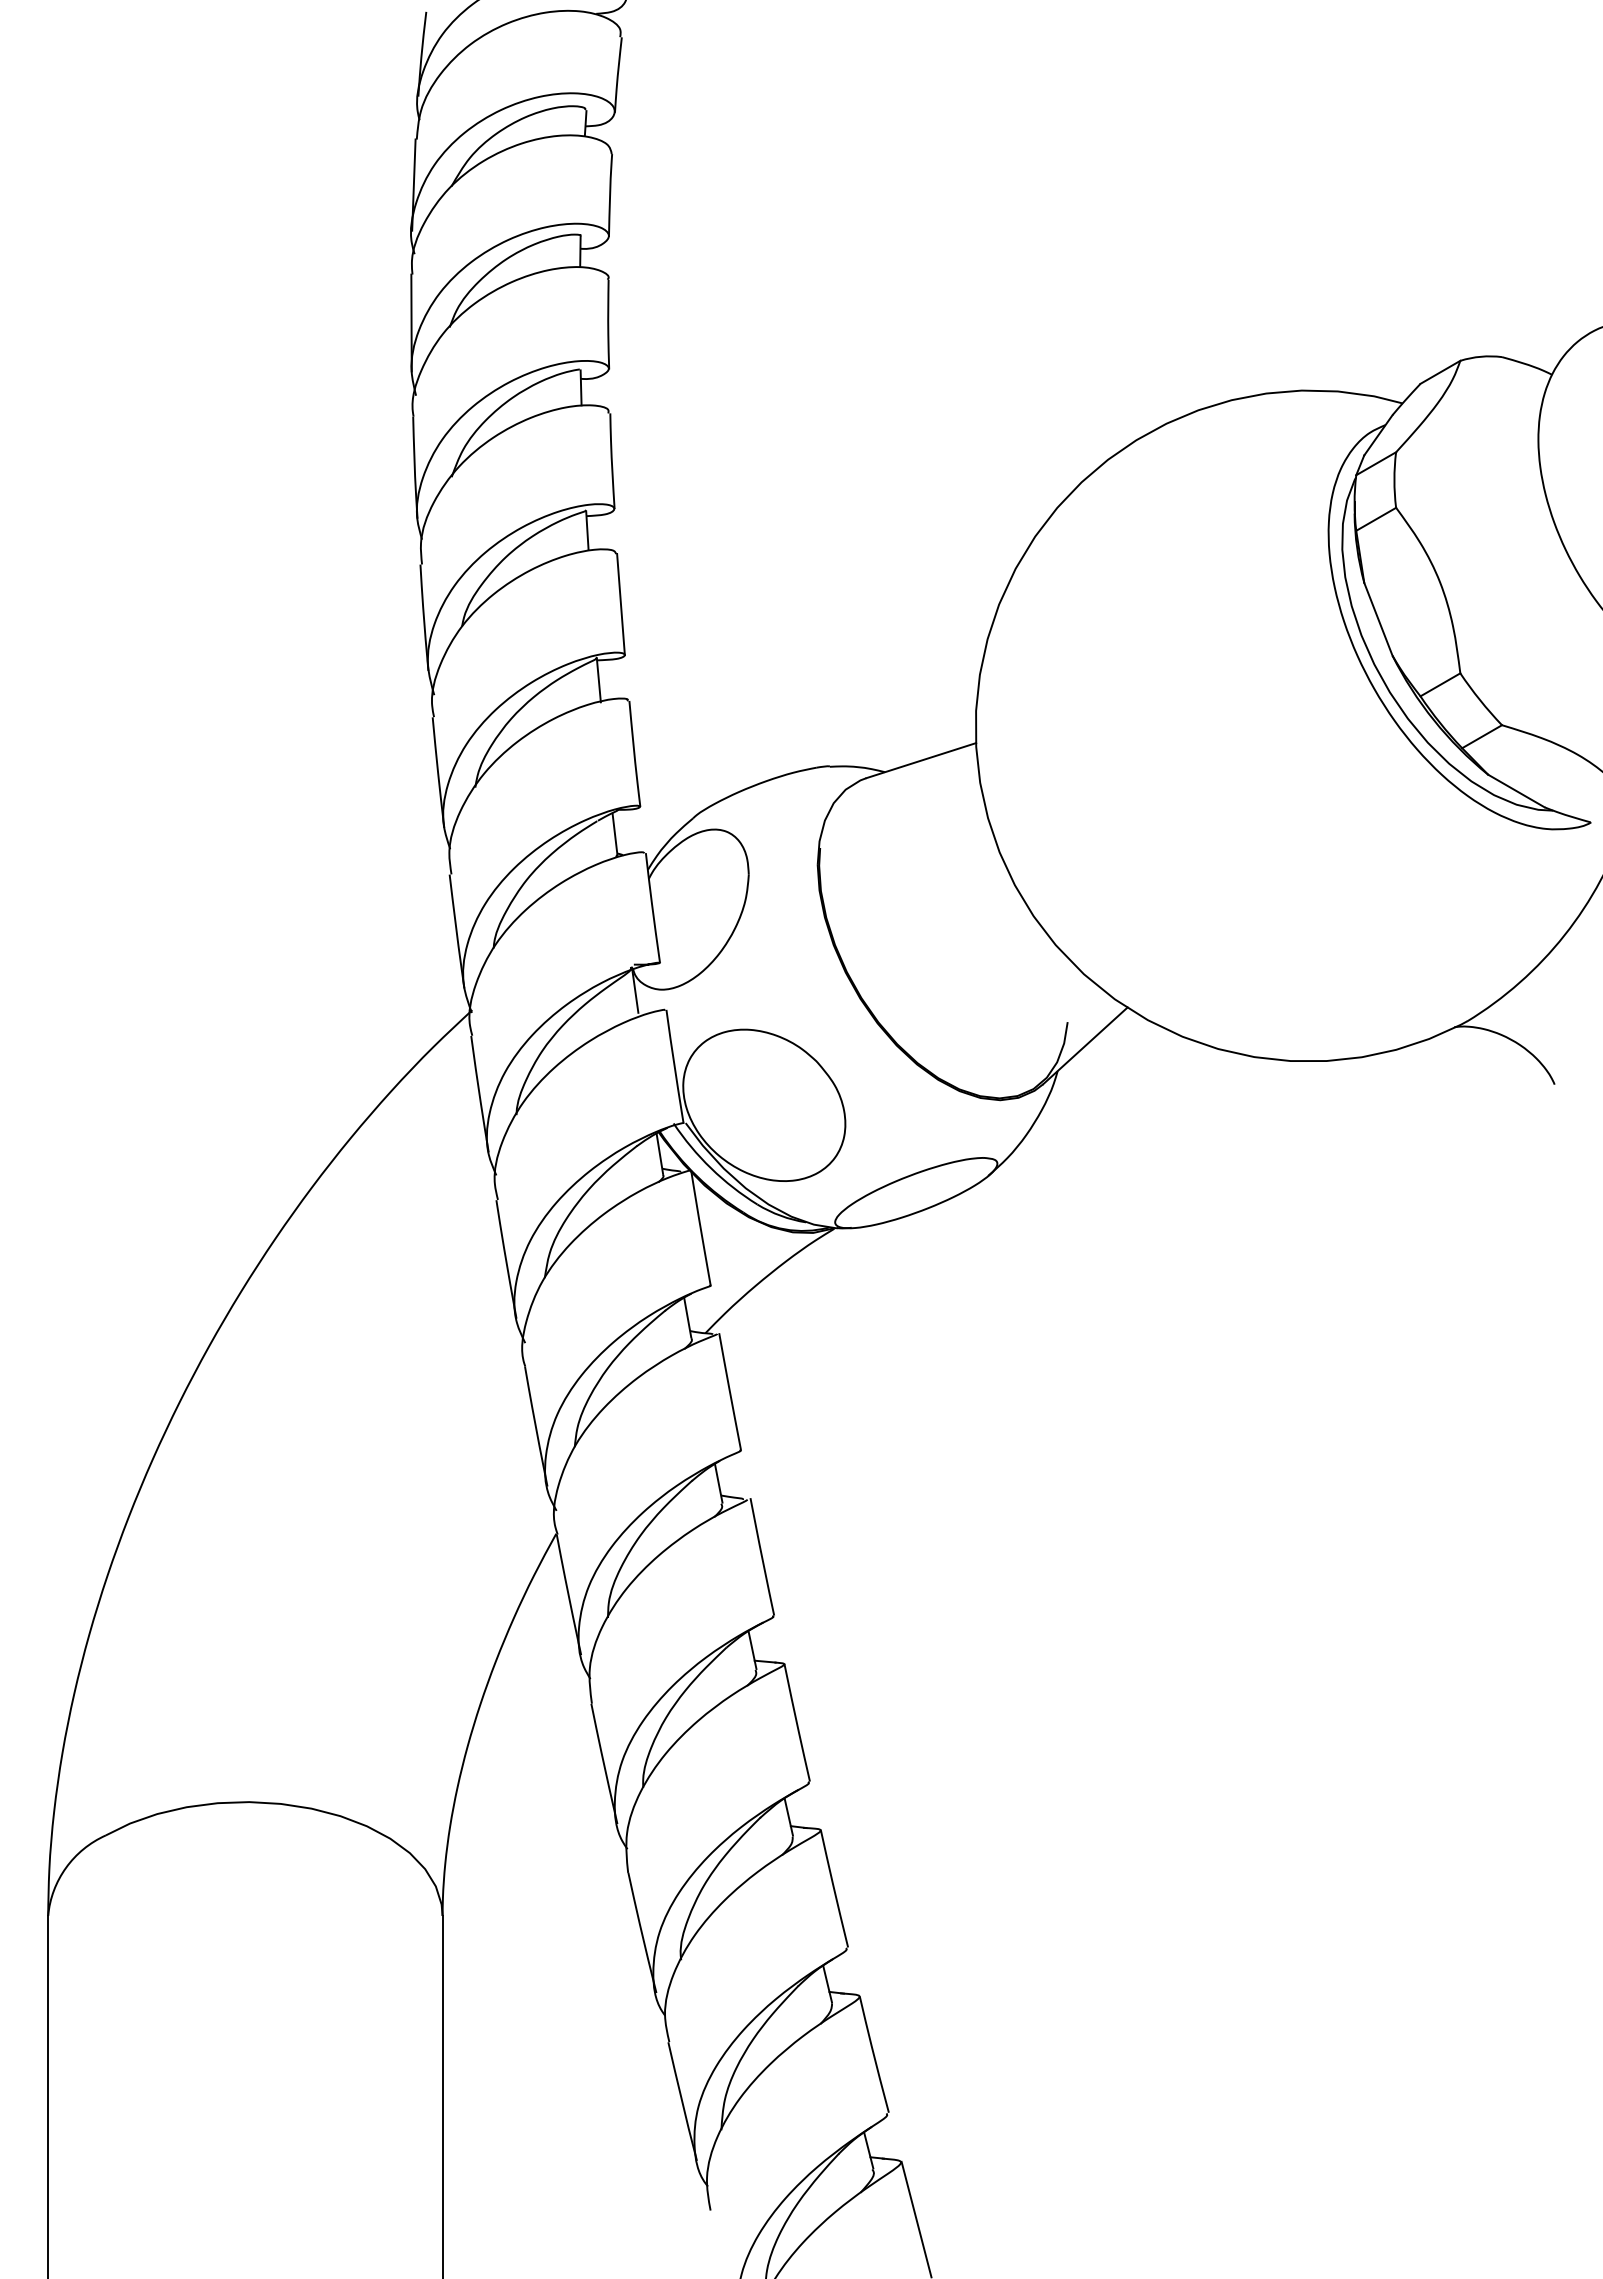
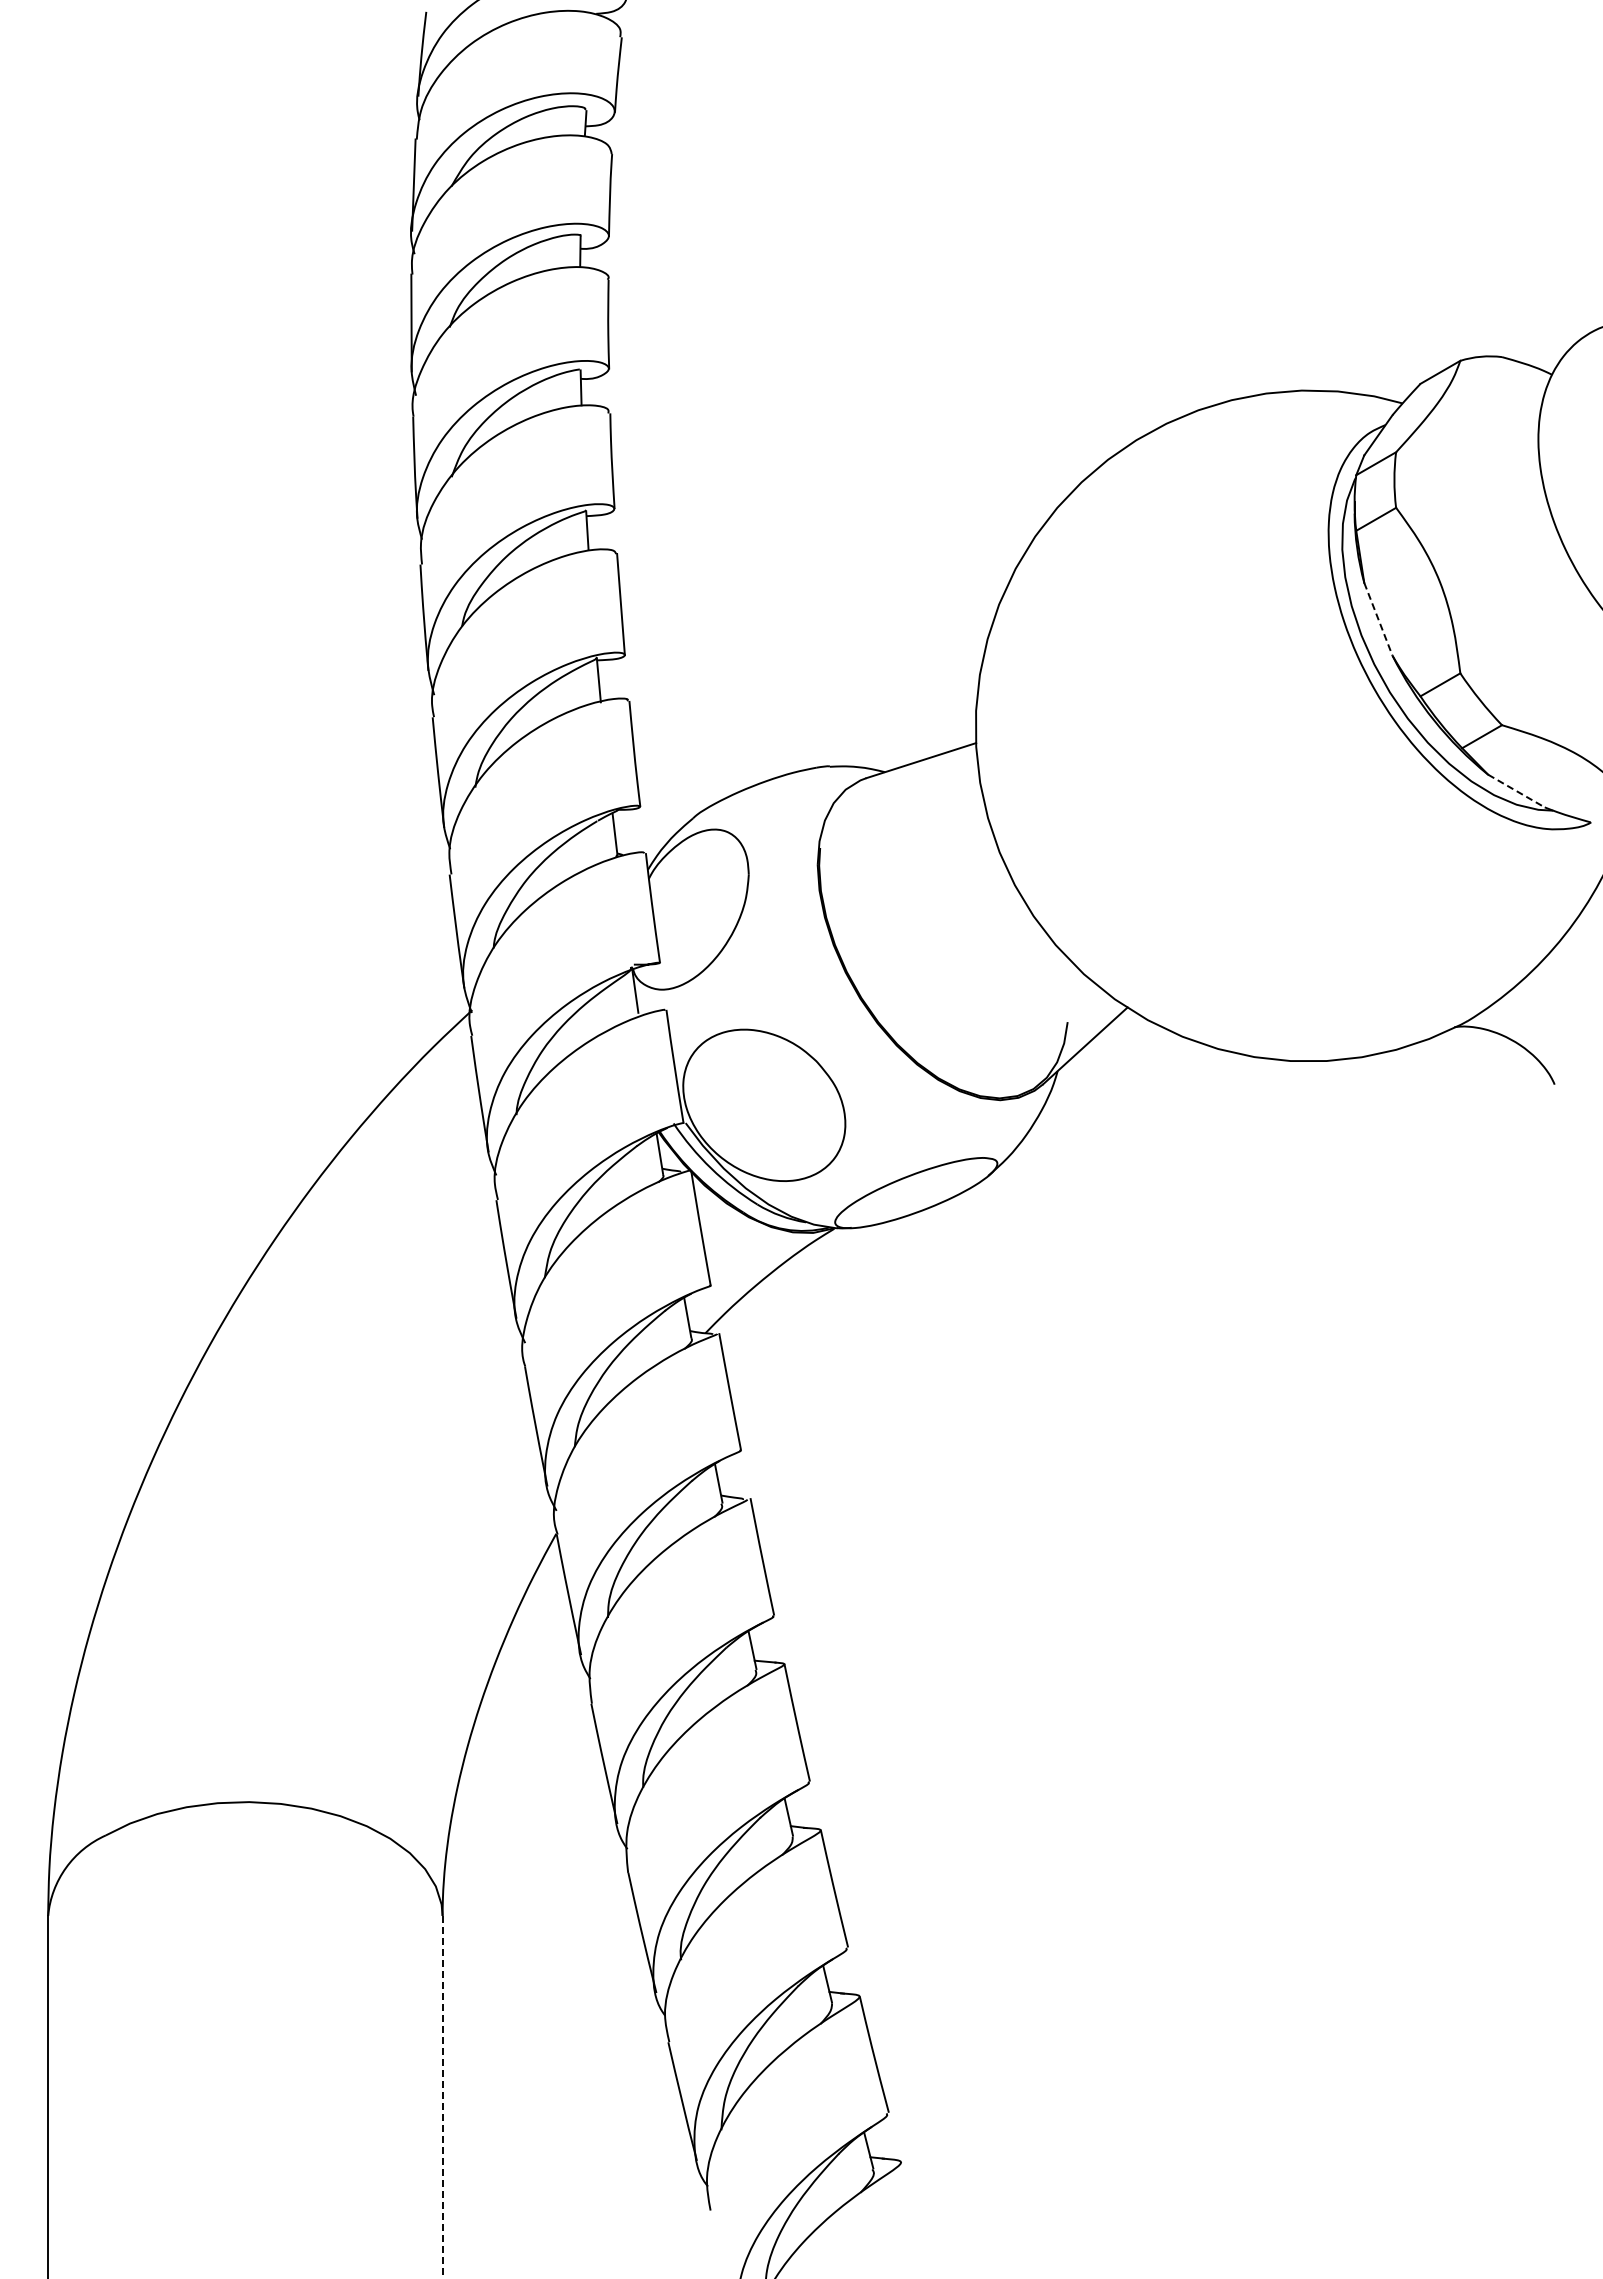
line at (1378, 619): solid -> dashed
line at (1516, 791): solid -> dashed
line at (442, 2096): solid -> dashed
line at (916, 2218): present -> none
